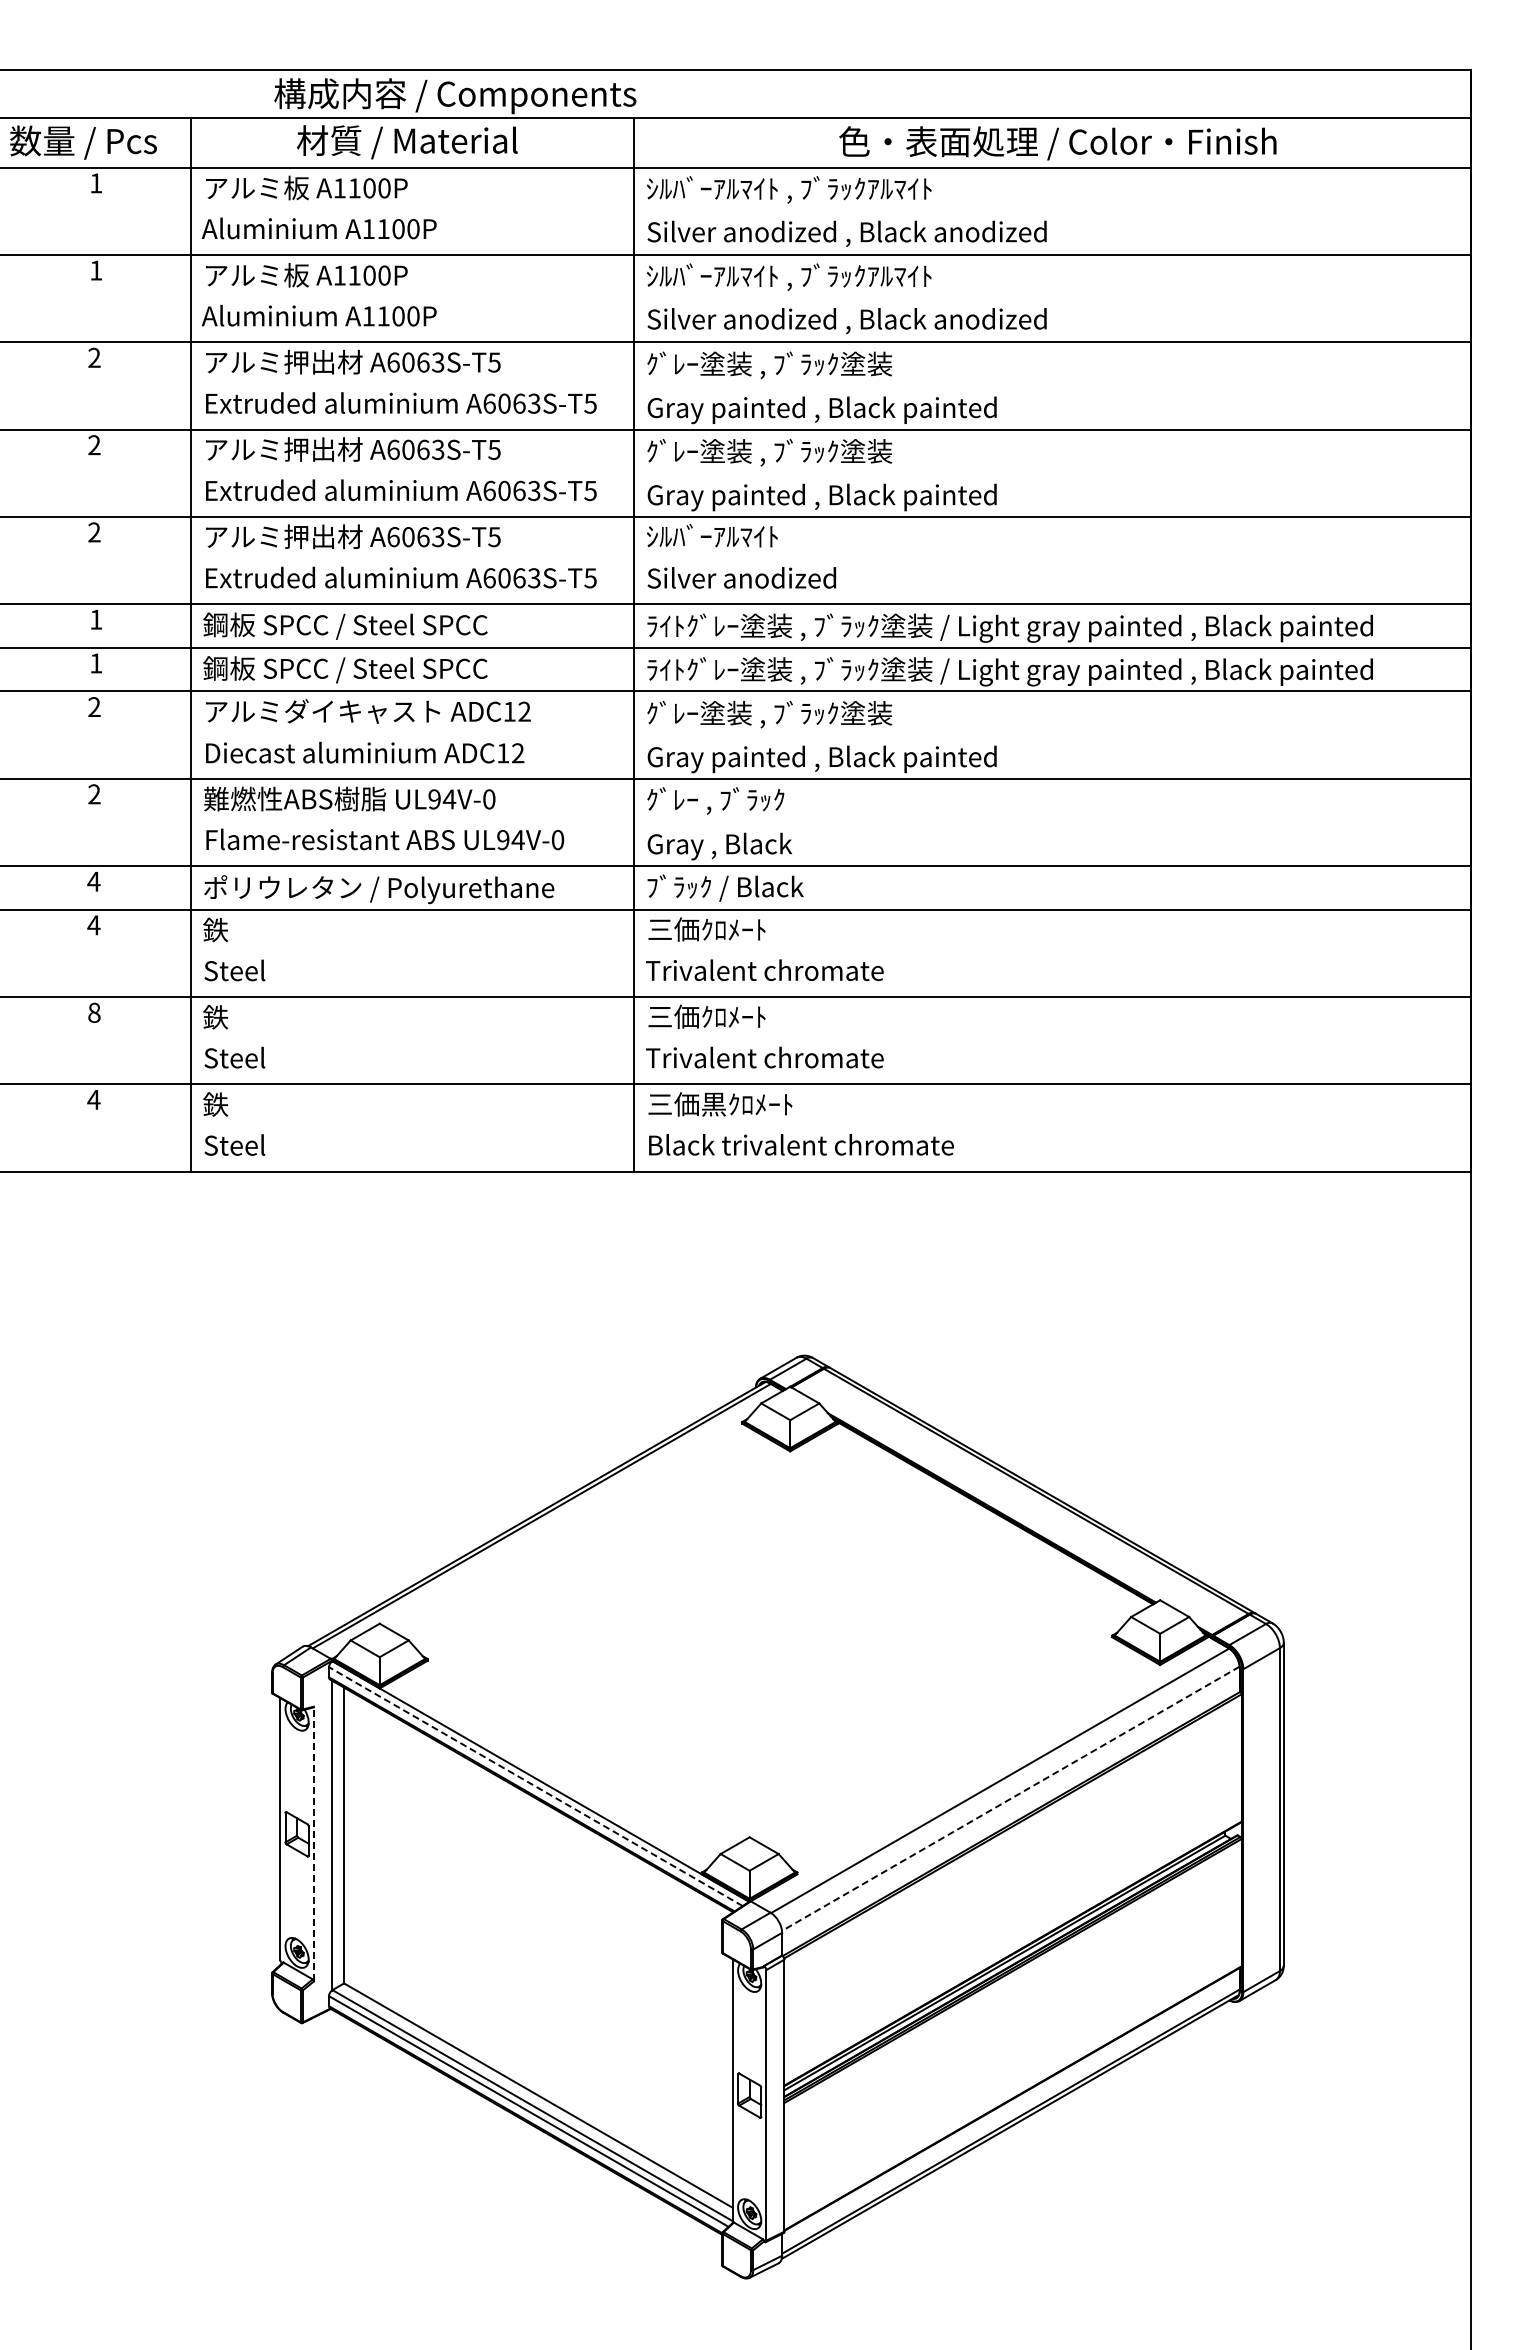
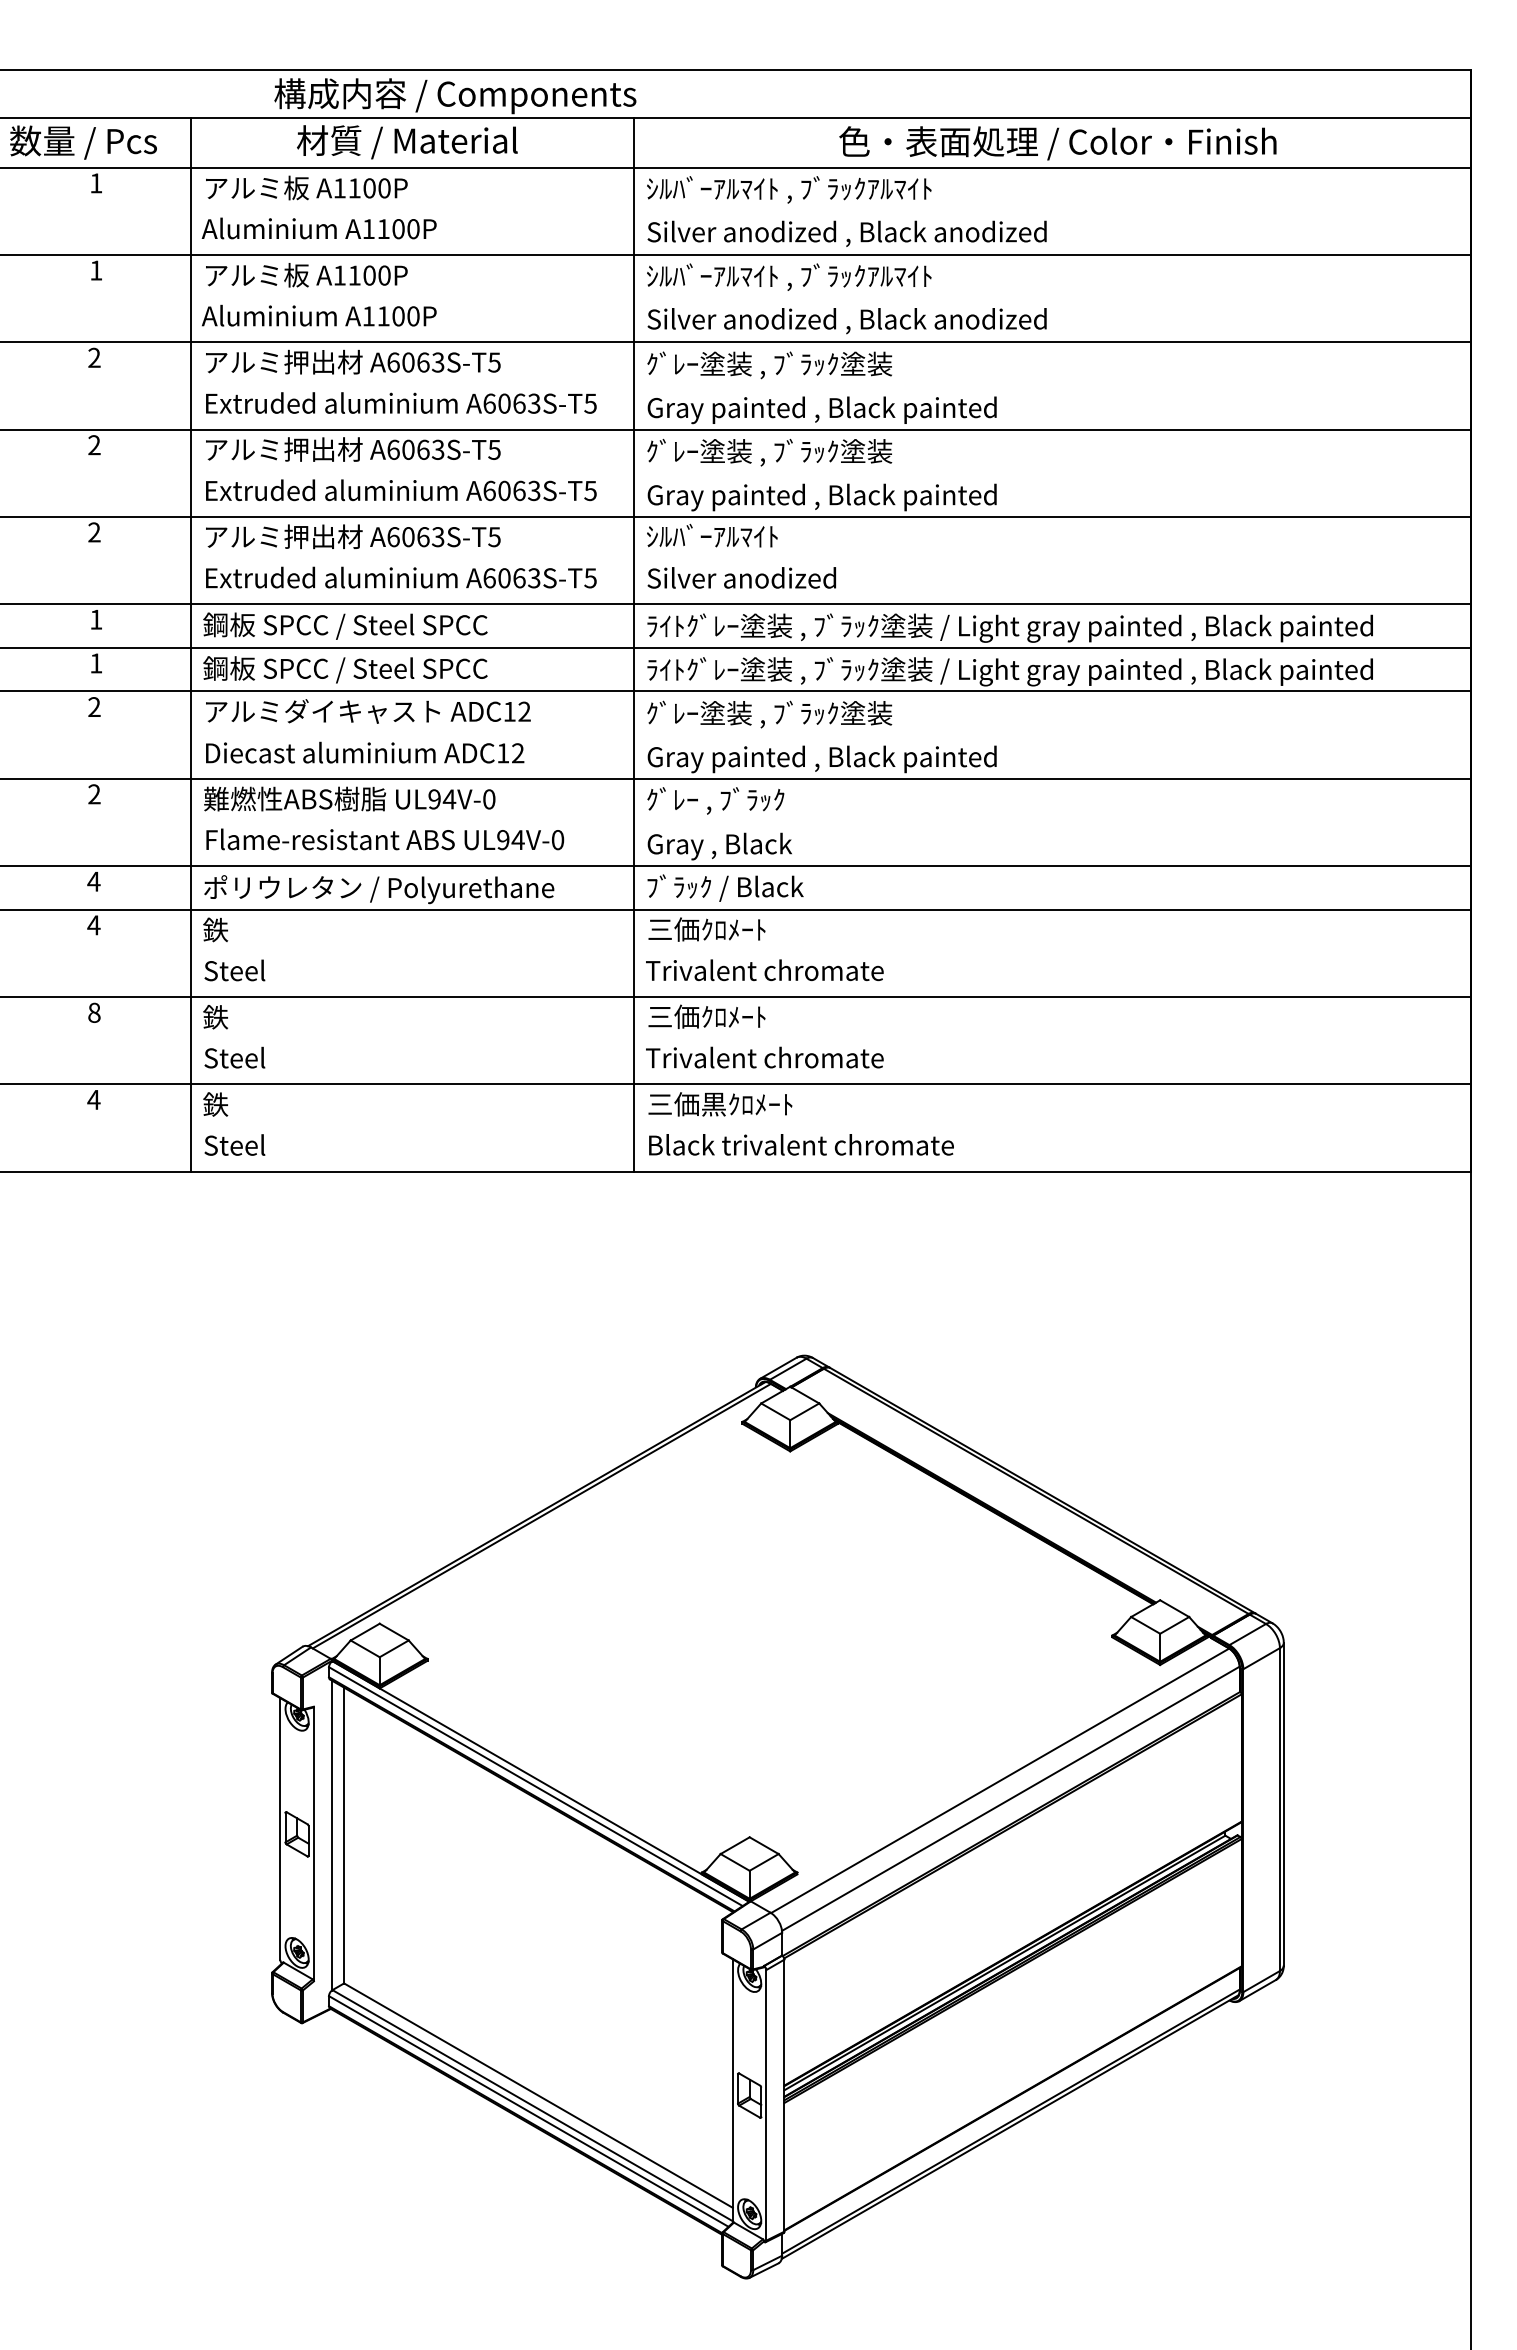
line at (535, 1786): dashed -> solid
line at (1010, 1799): dashed -> solid
line at (313, 1843): dashed -> solid
